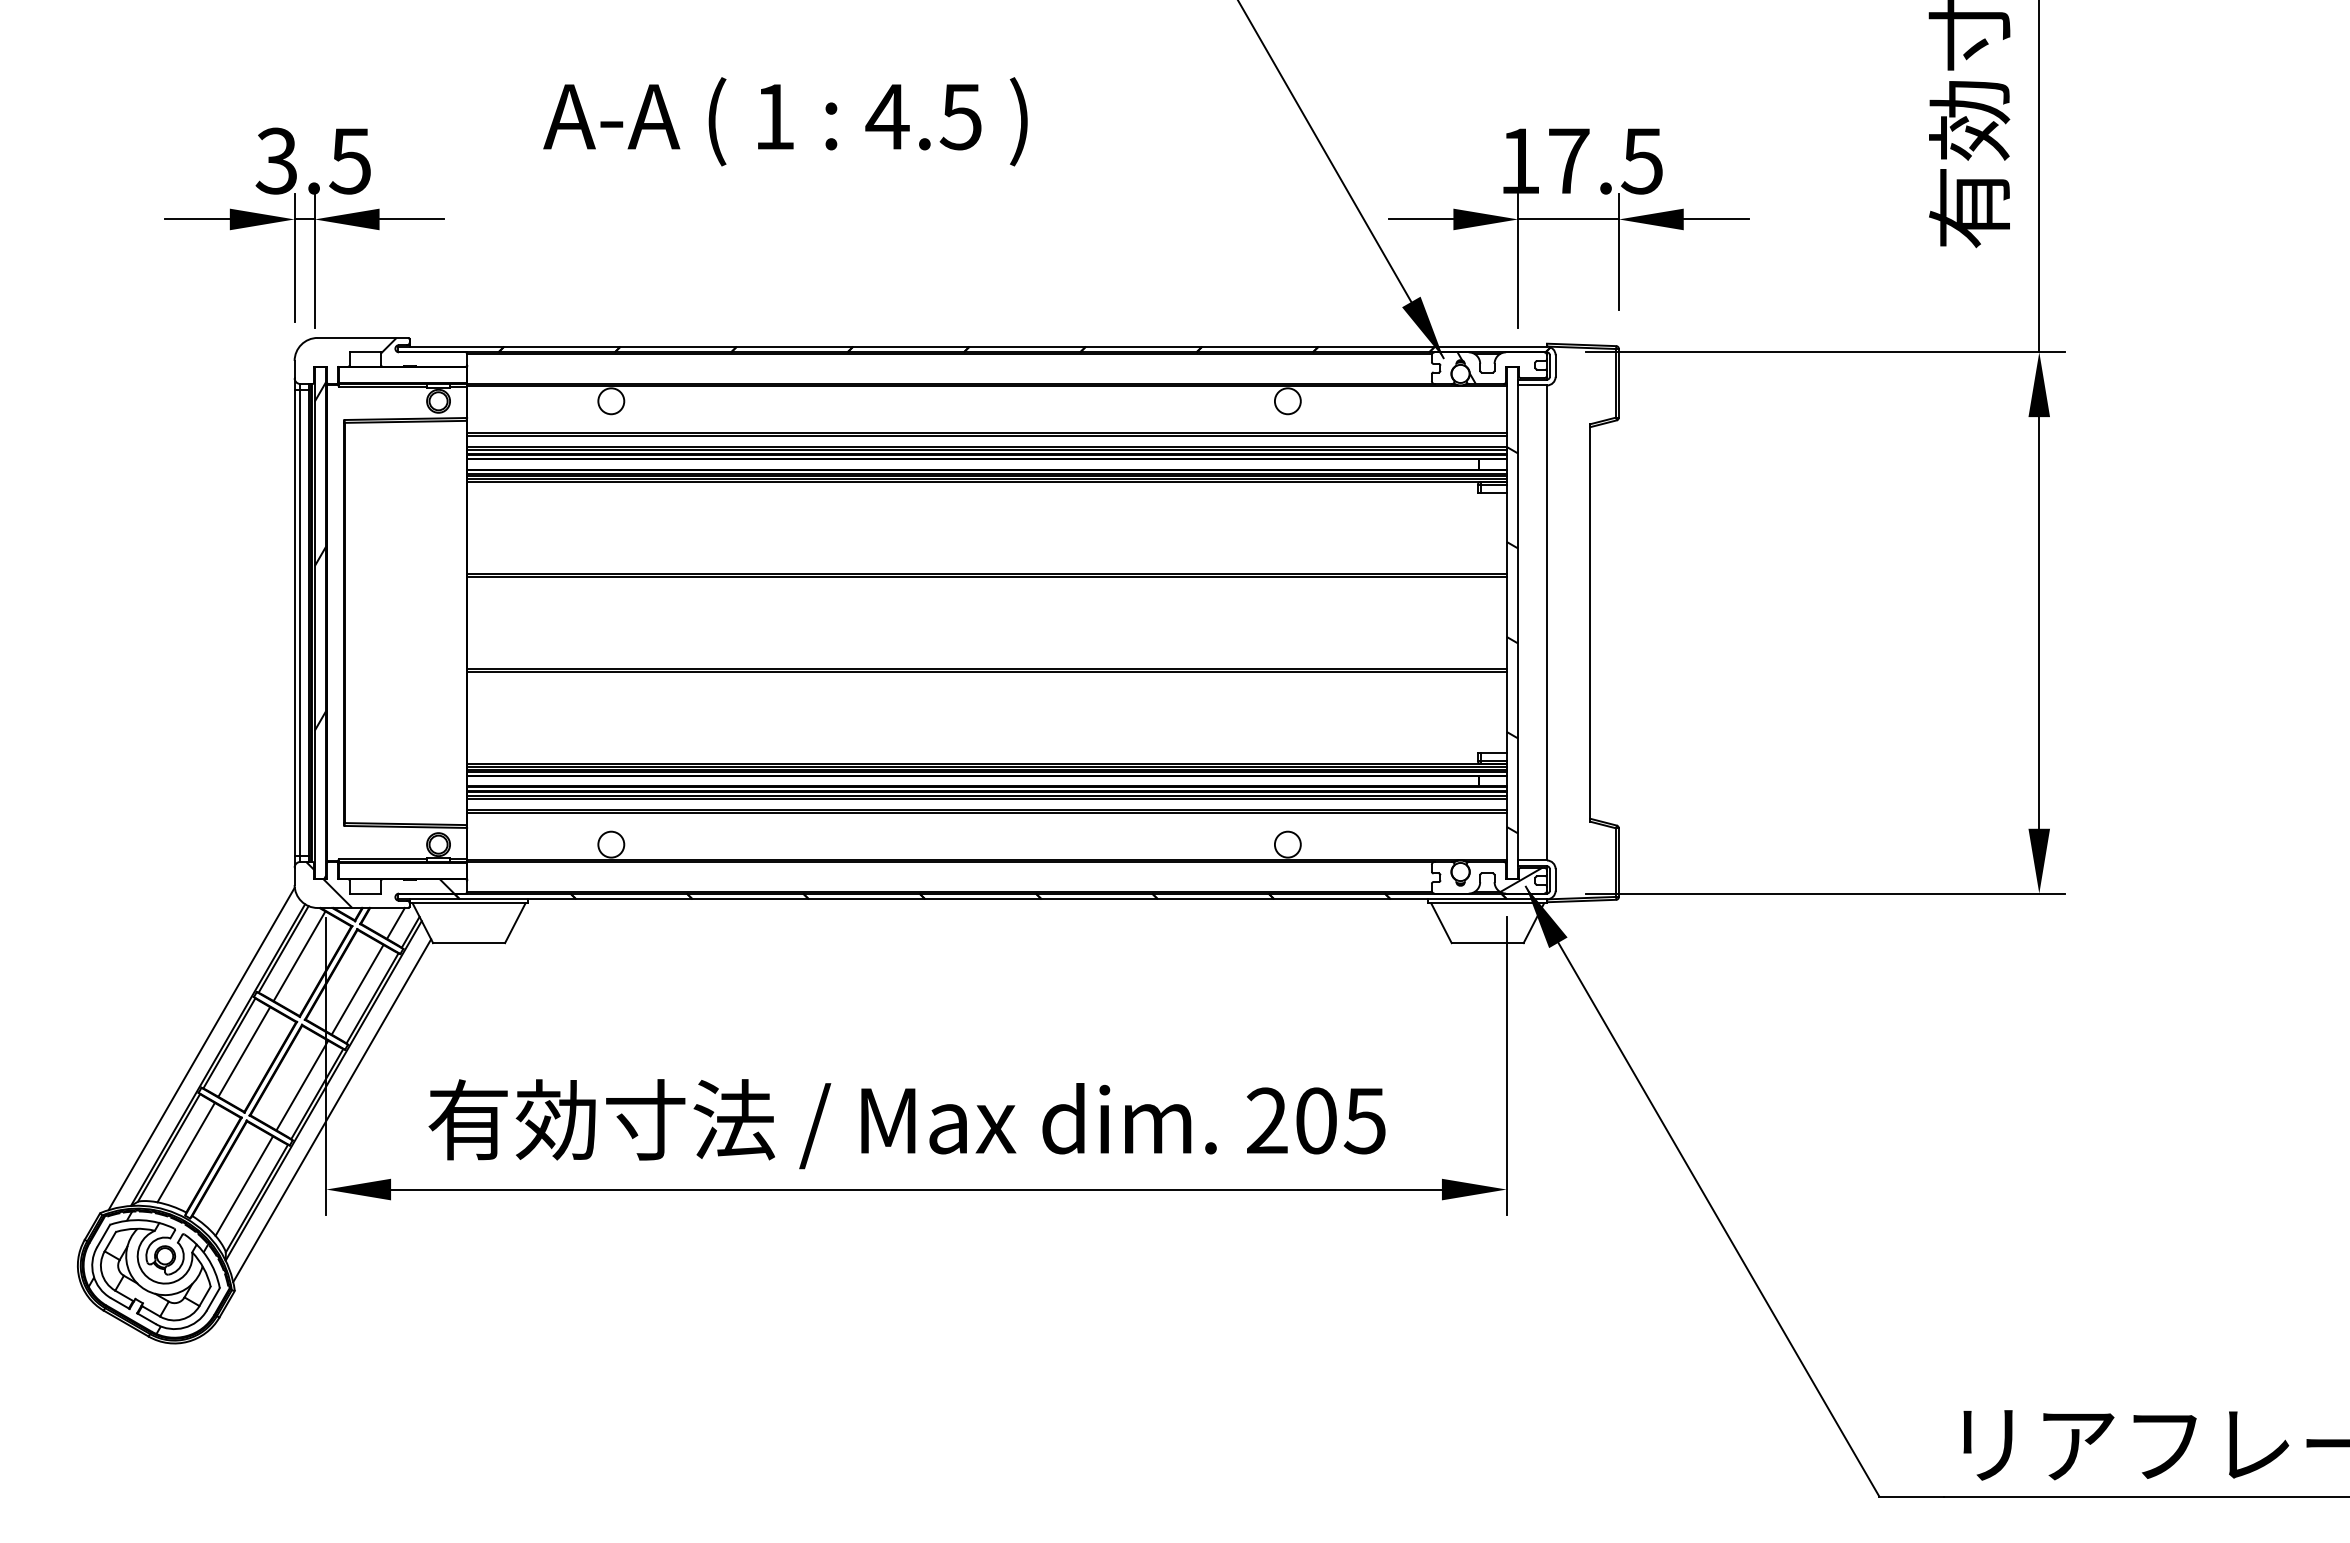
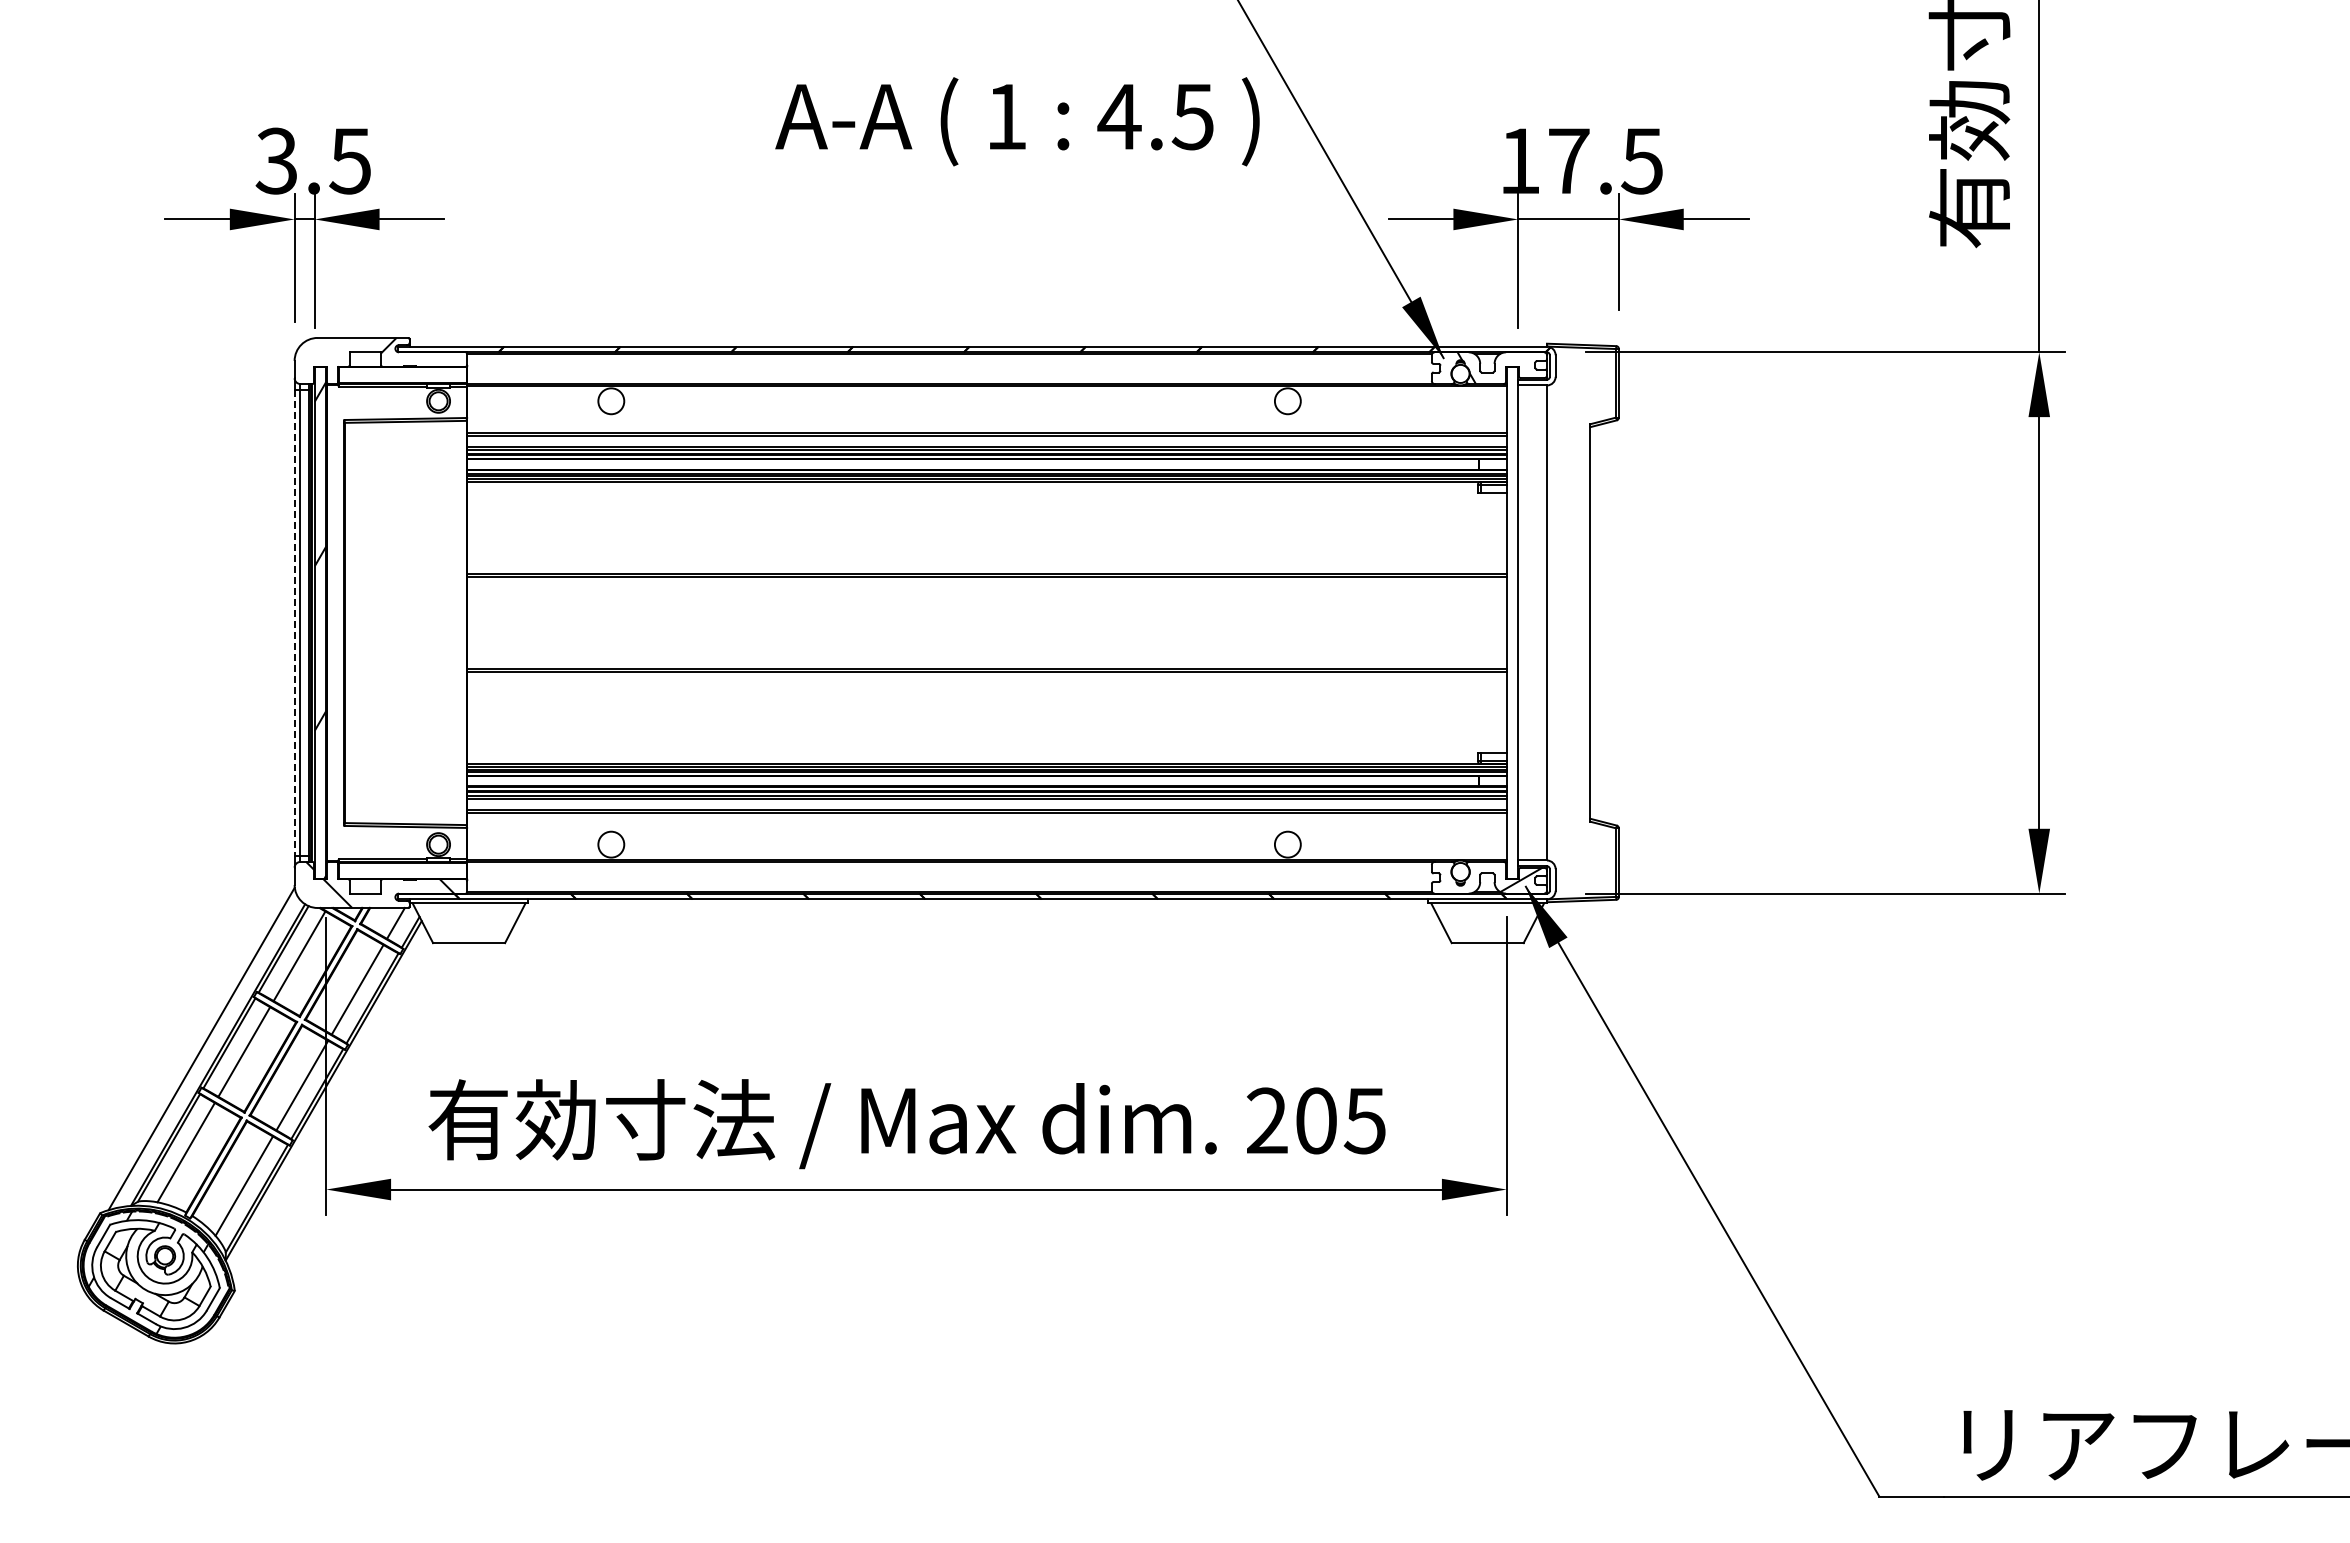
text at (785, 121) position: (785, 121) -> (1017, 121)
line at (294, 623): solid -> dashed
hatch at (1512, 639): present -> none
line at (332, 1110): present -> none
